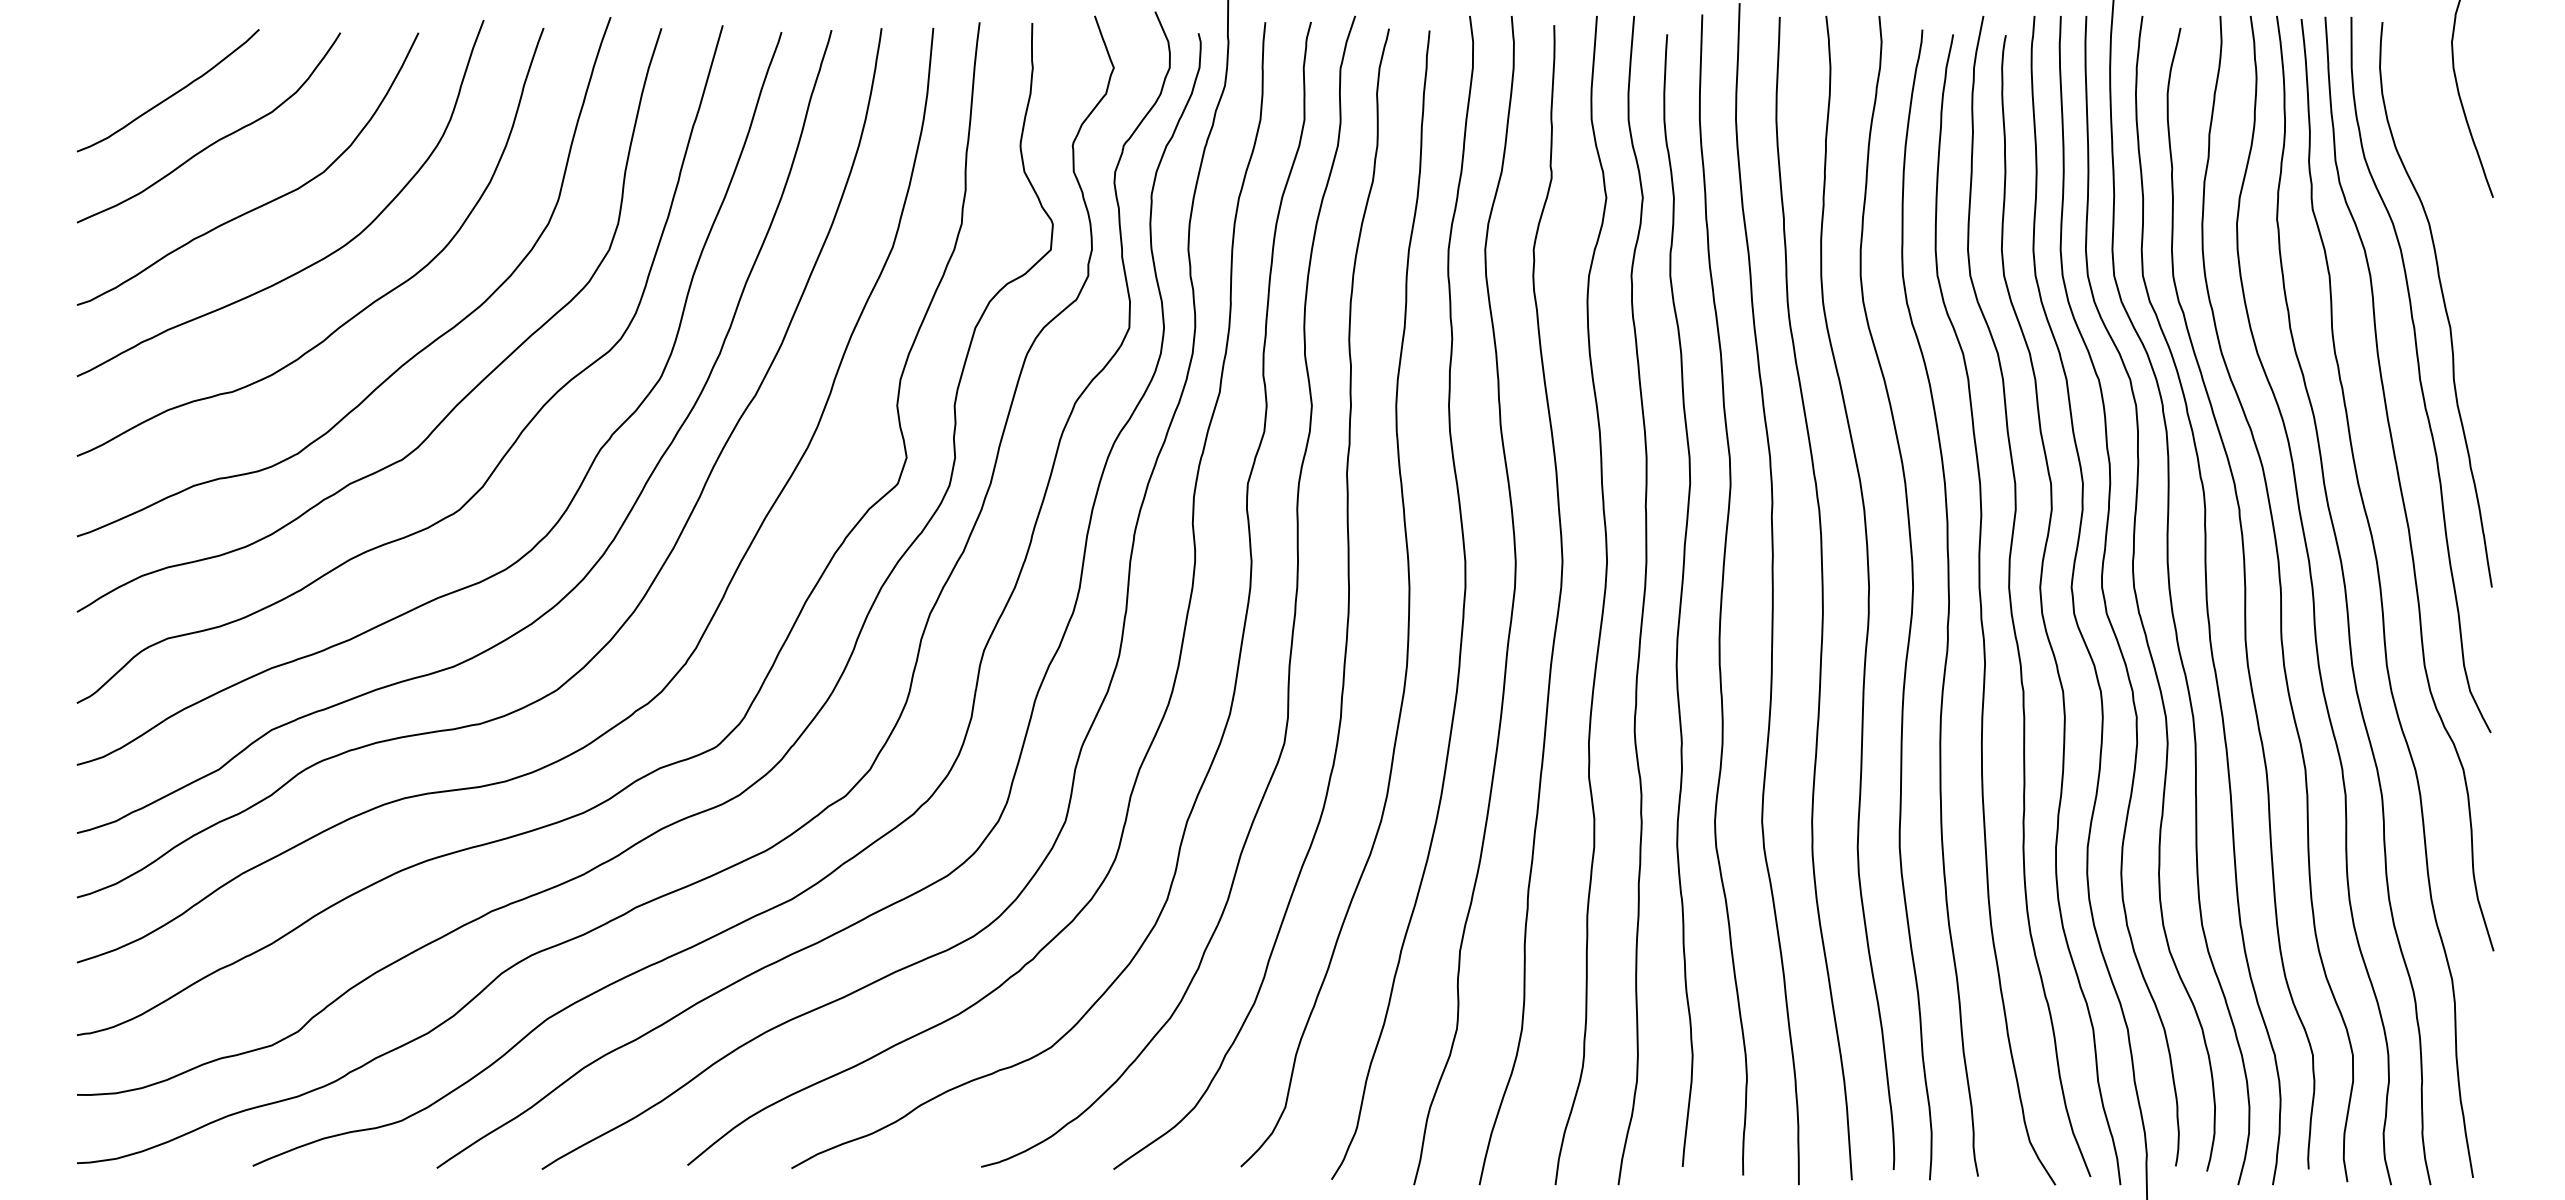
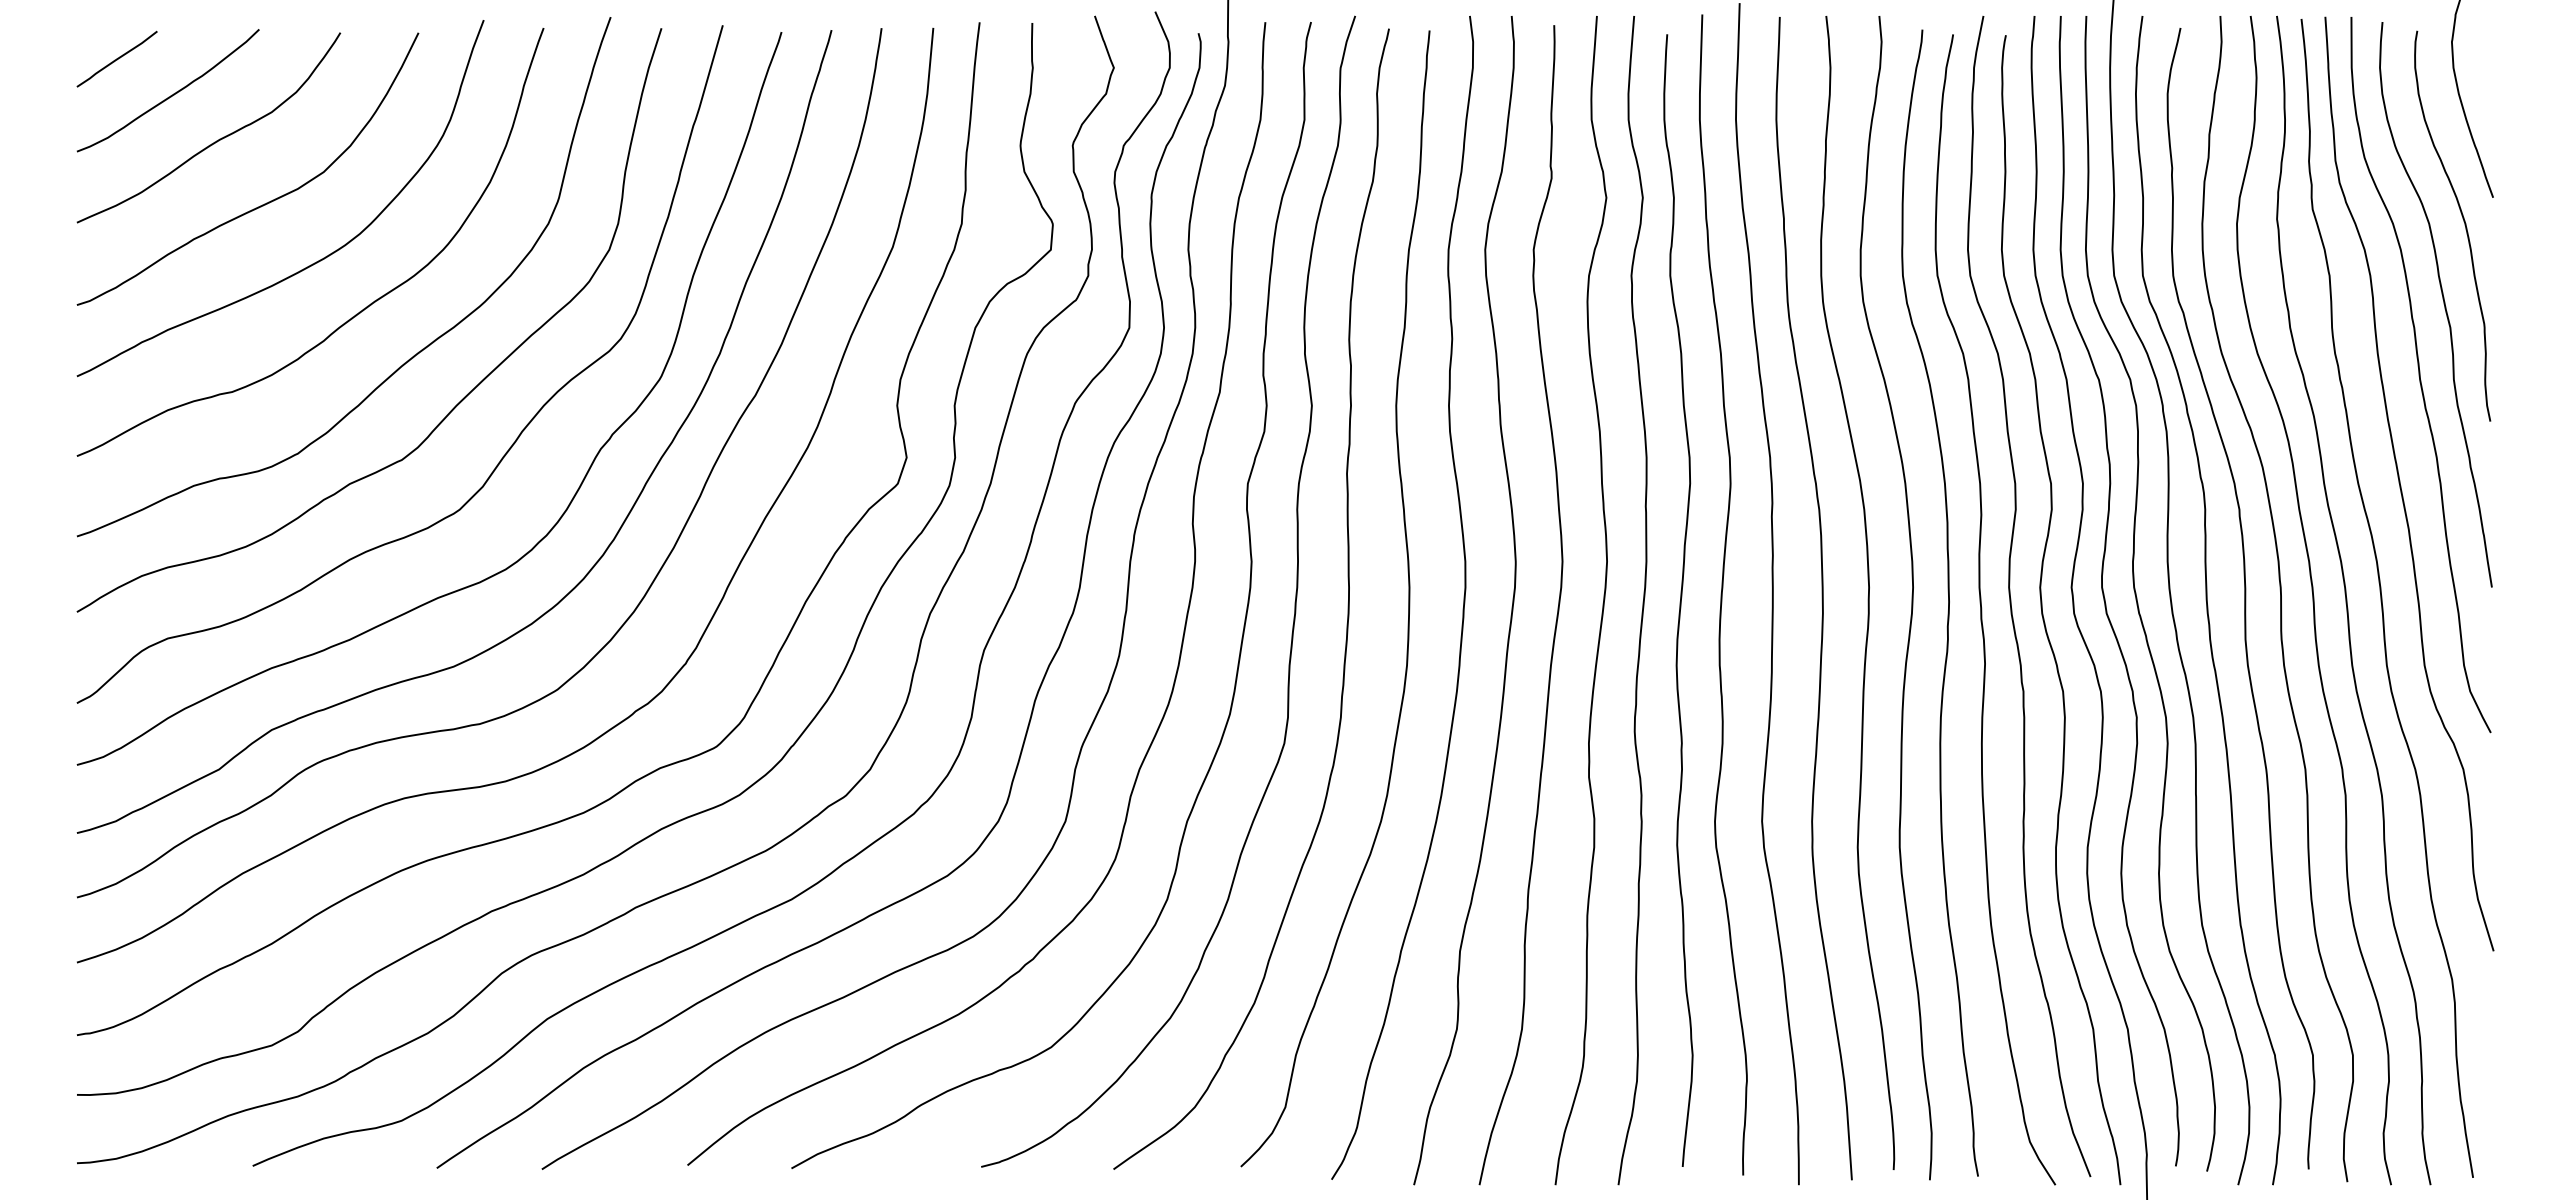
line at (116, 58): none -> present
curve at (2463, 221): none -> present
